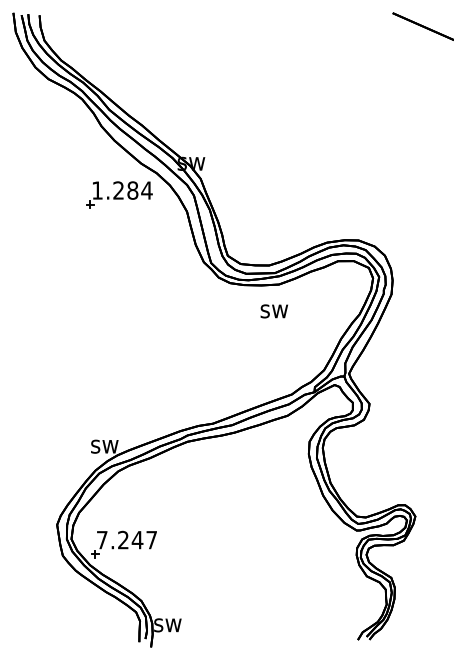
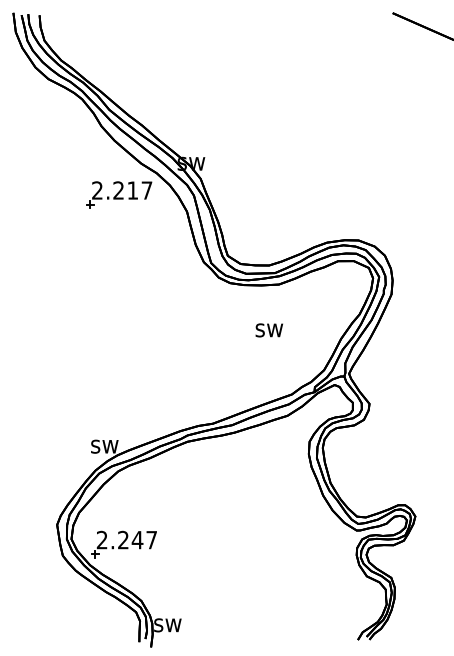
text at (122, 190): 1.284 -> 2.217
text at (273, 311) position: (273, 311) -> (268, 330)
text at (101, 539): 7.247 -> 2.247
